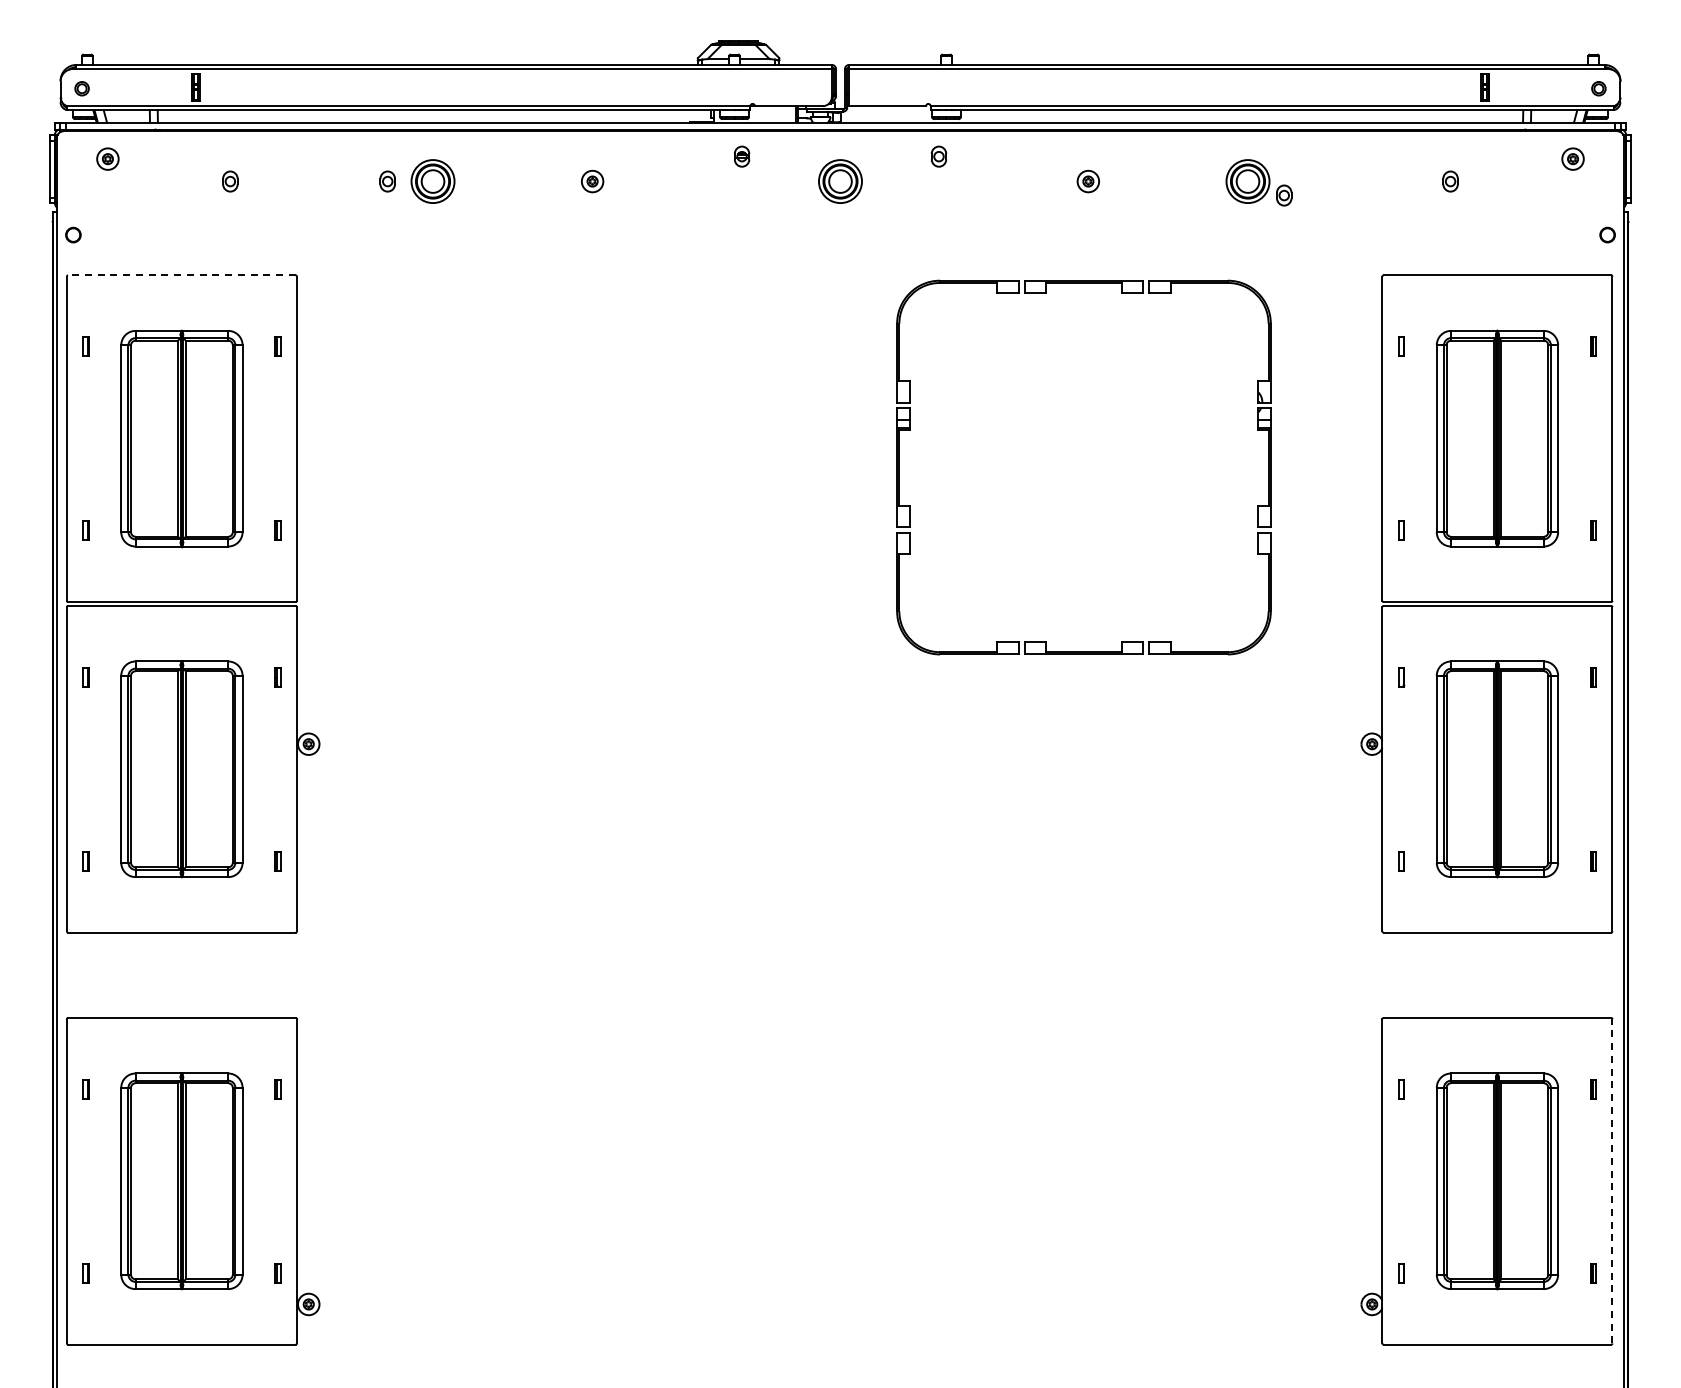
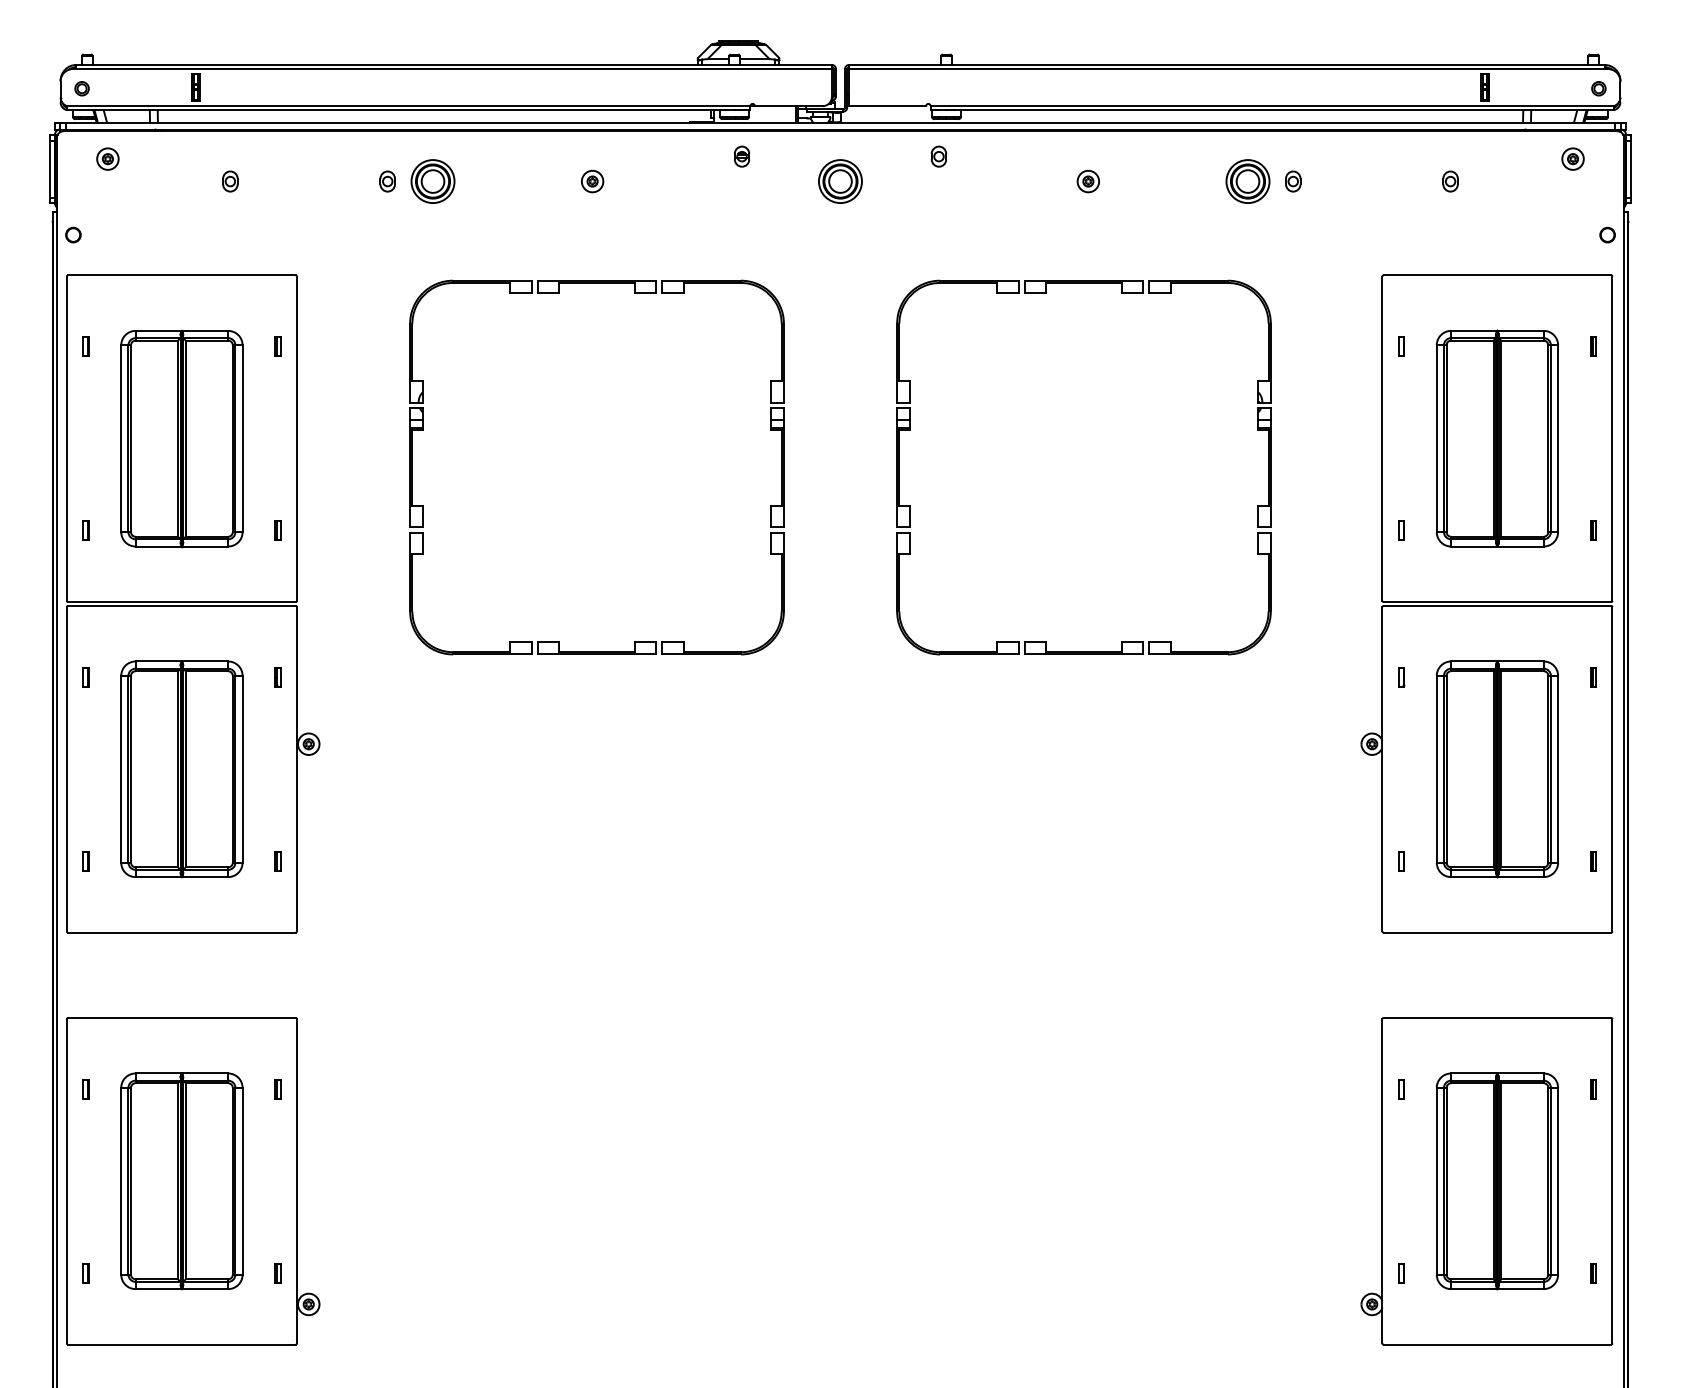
part at (1284, 195) position: (1284, 195) -> (1293, 181)
line at (181, 275): dashed -> solid
part at (423, 430): none -> present
line at (1612, 1180): dashed -> solid
